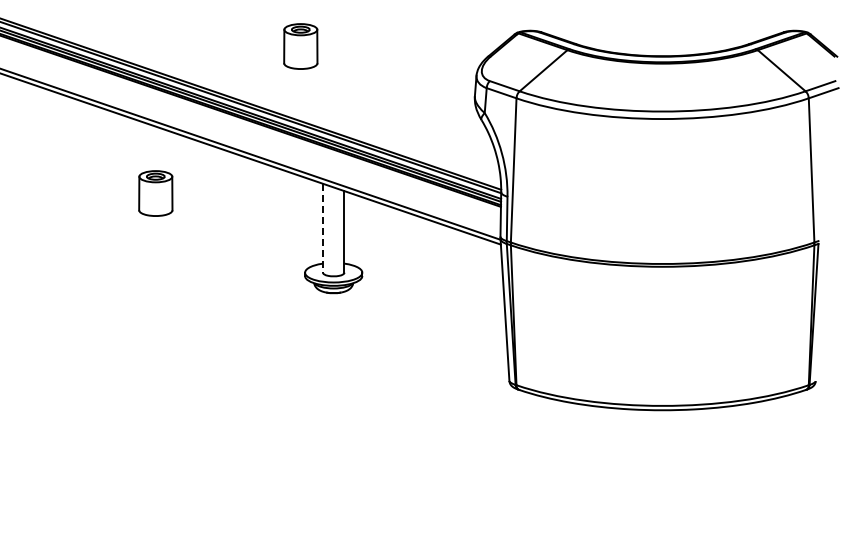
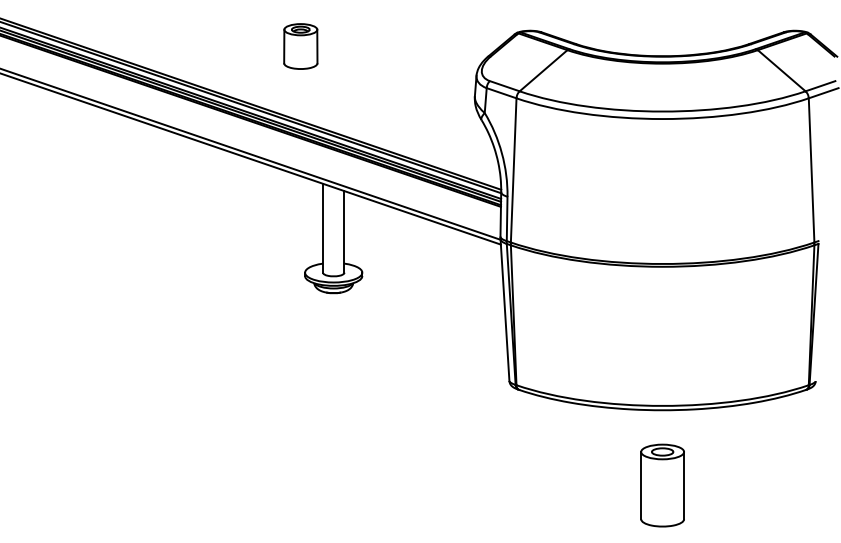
part at (155, 193): present -> none
line at (322, 228): dashed -> solid
part at (662, 485): none -> present
